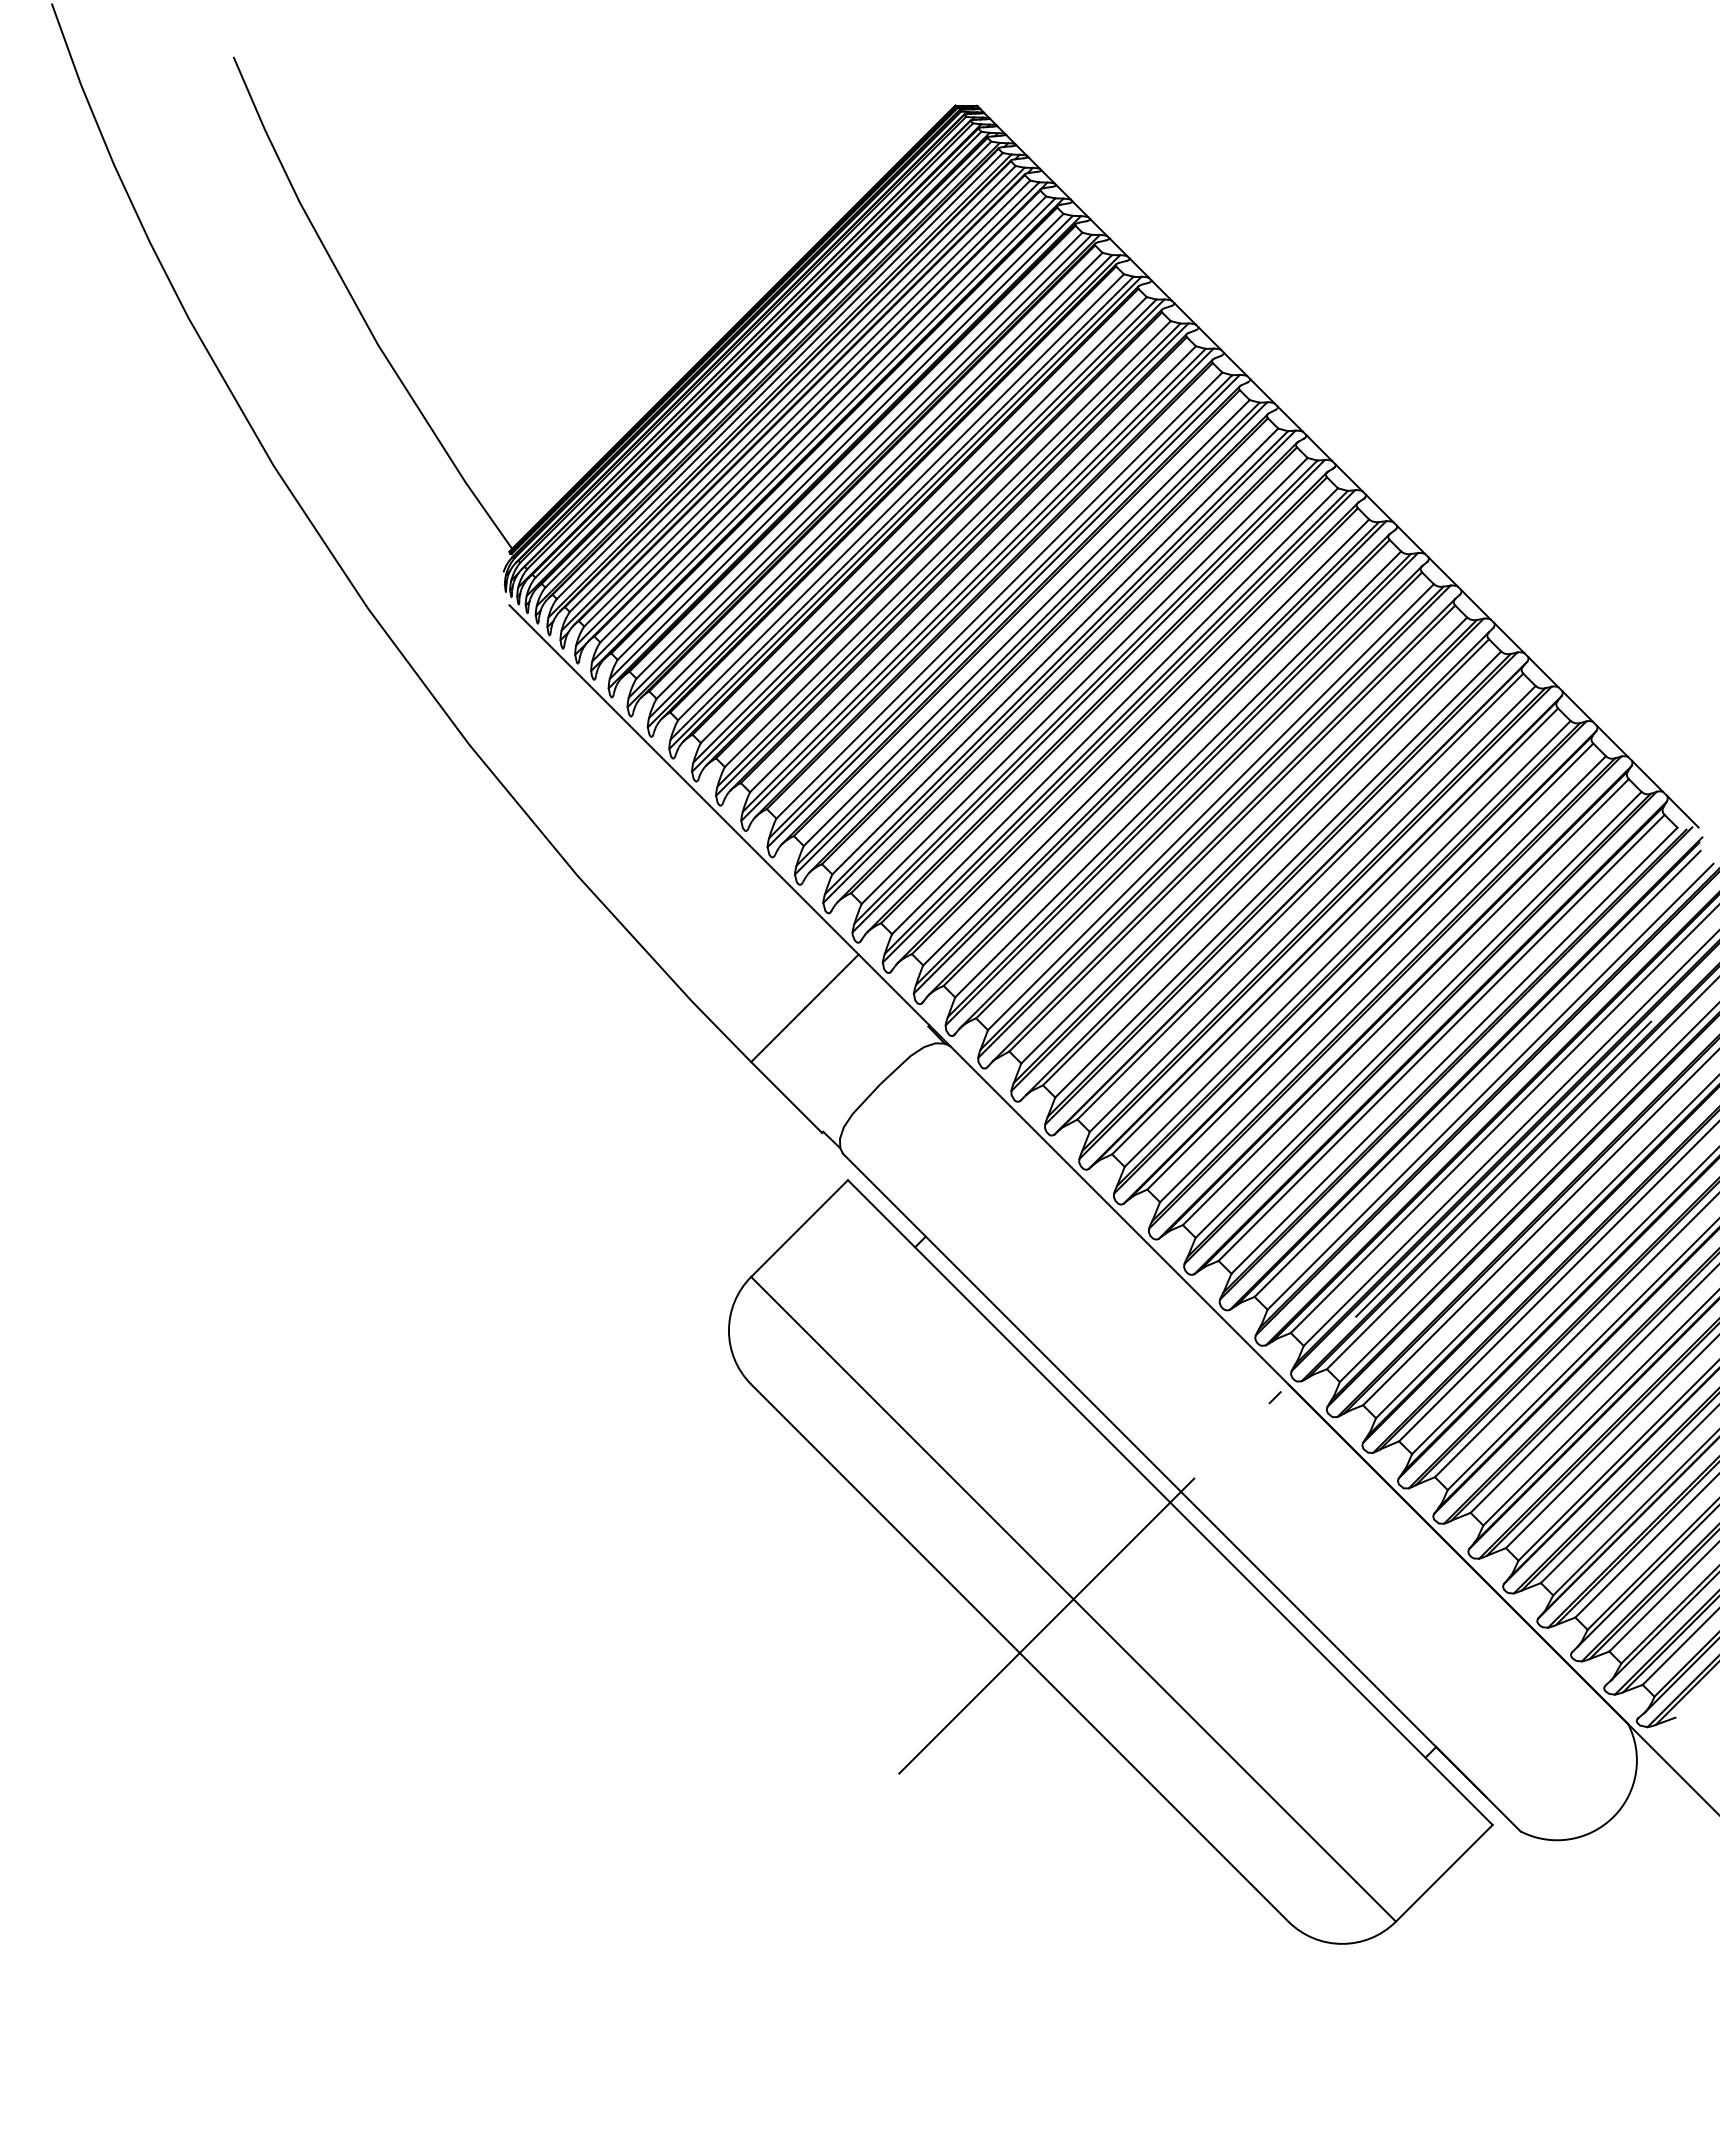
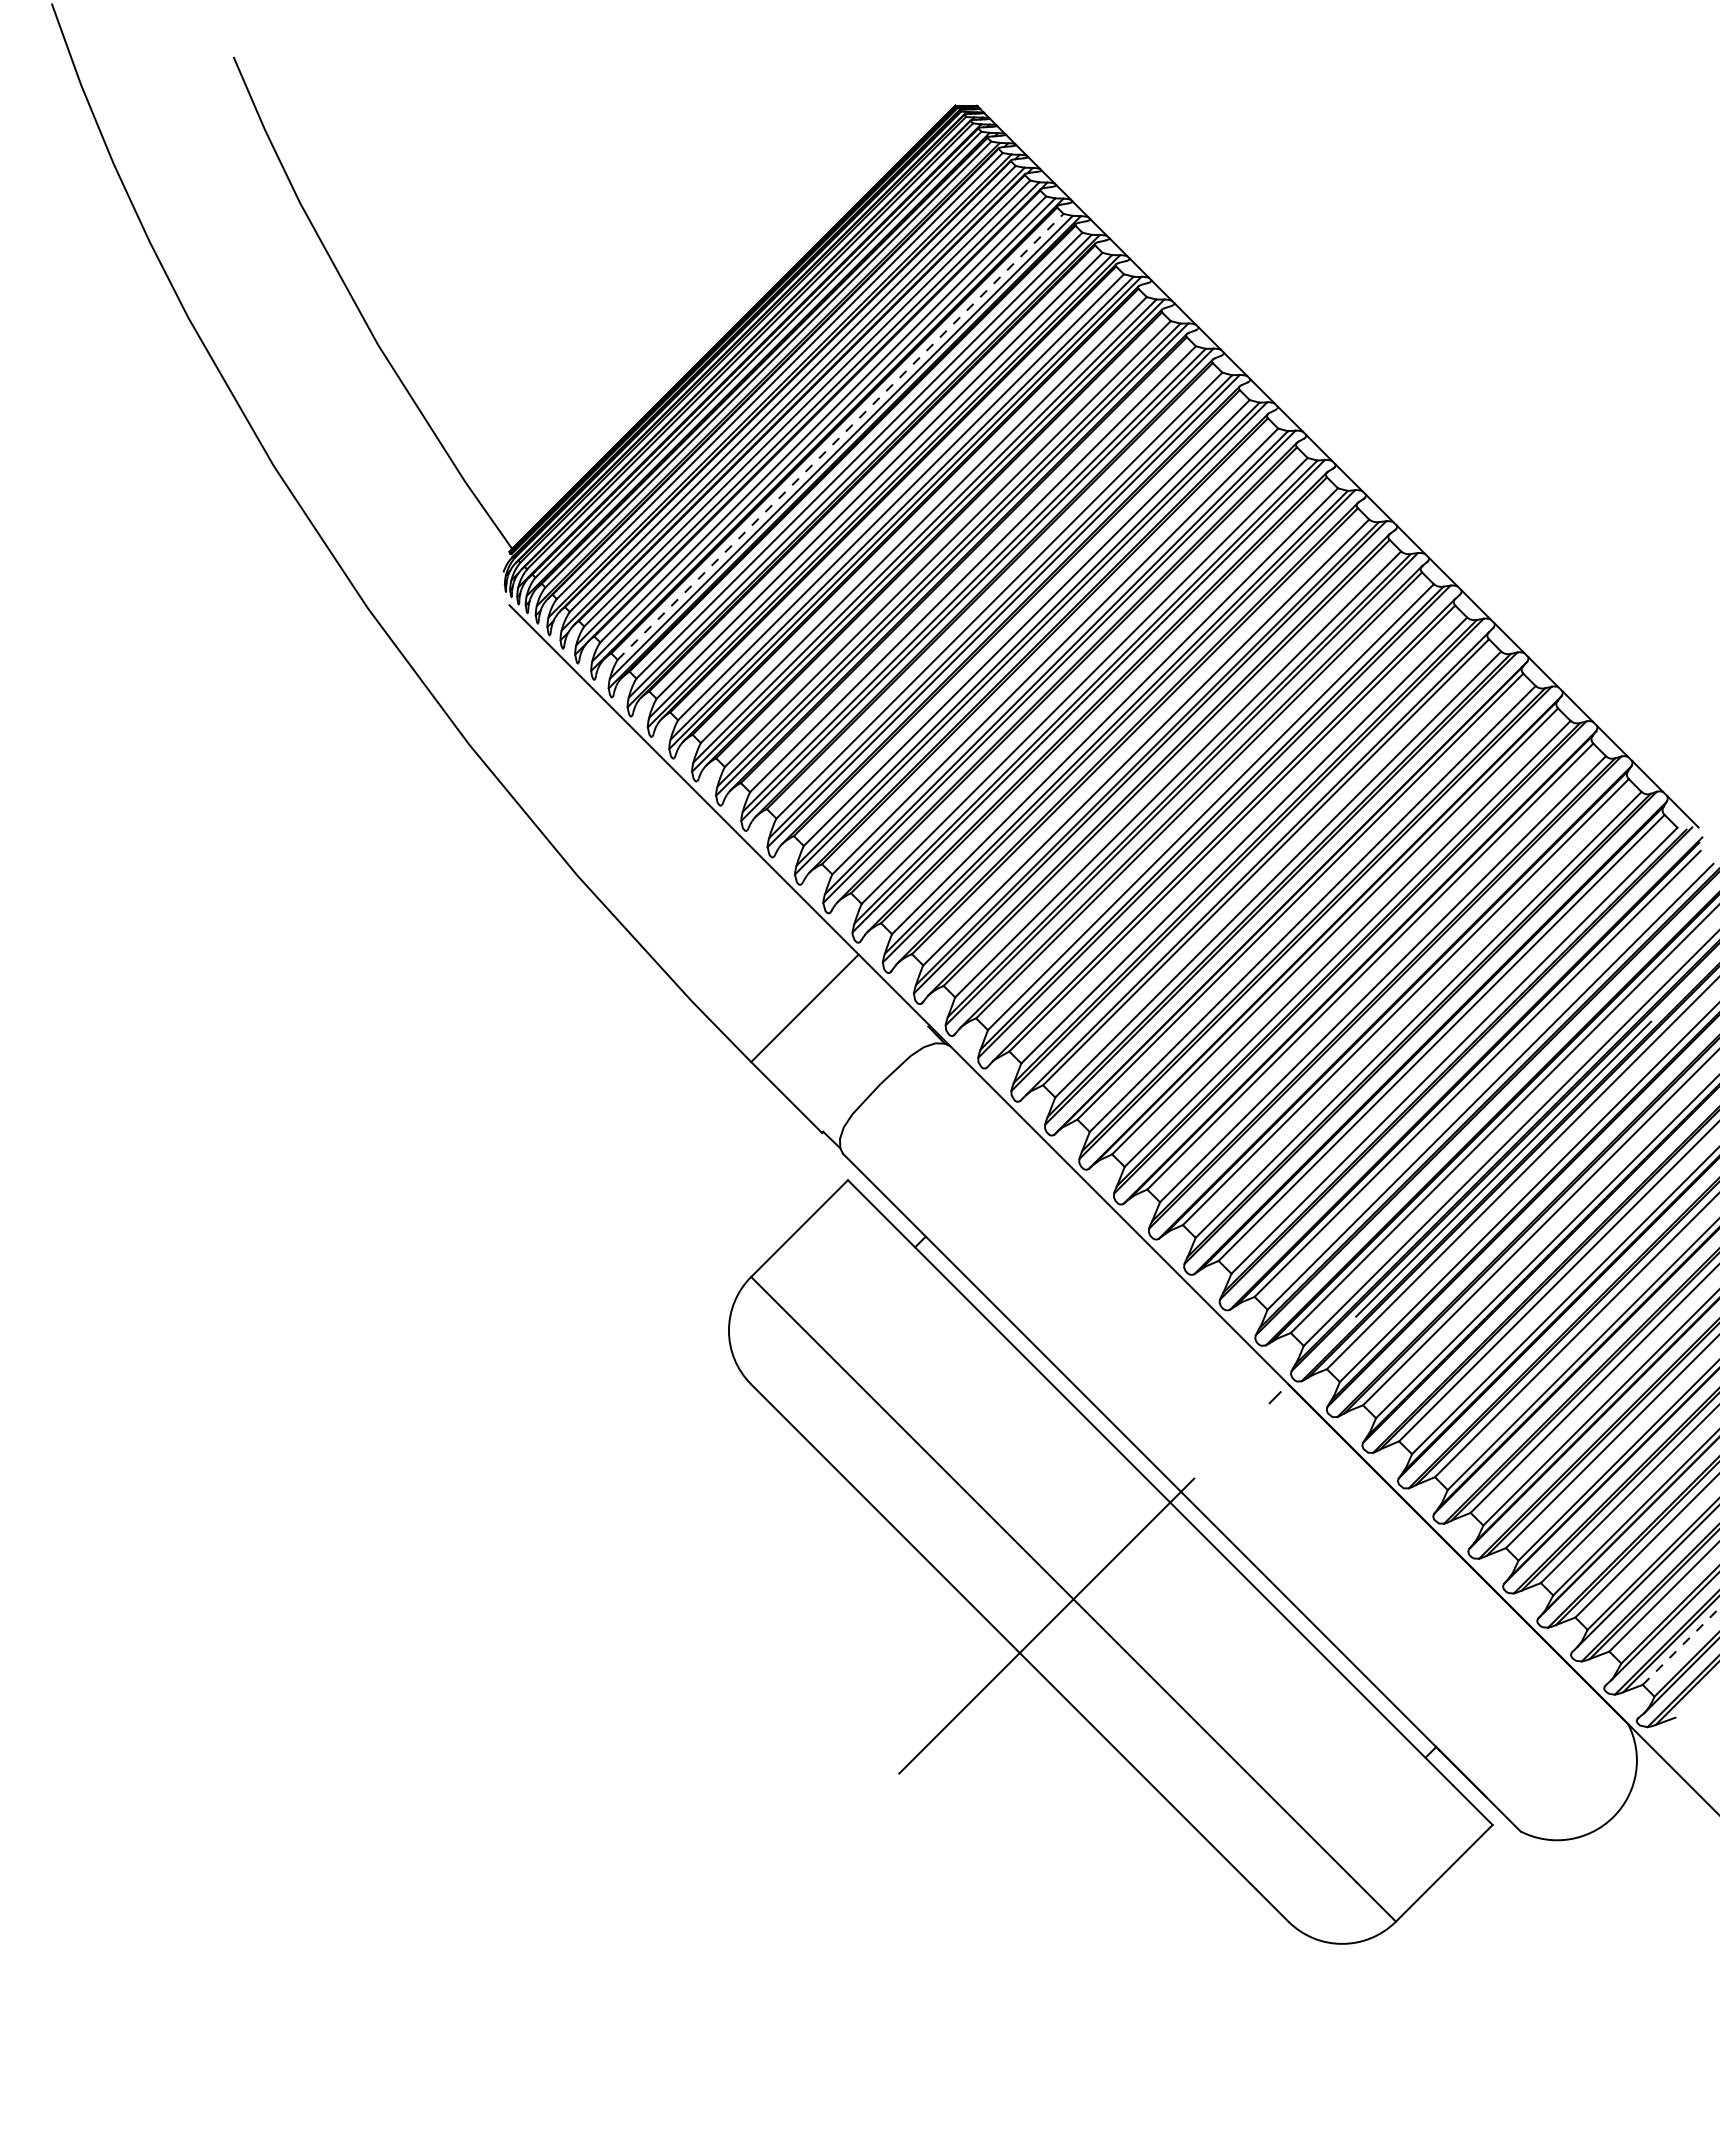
line at (840, 436): solid -> dashed
line at (1681, 1646): solid -> dashed
